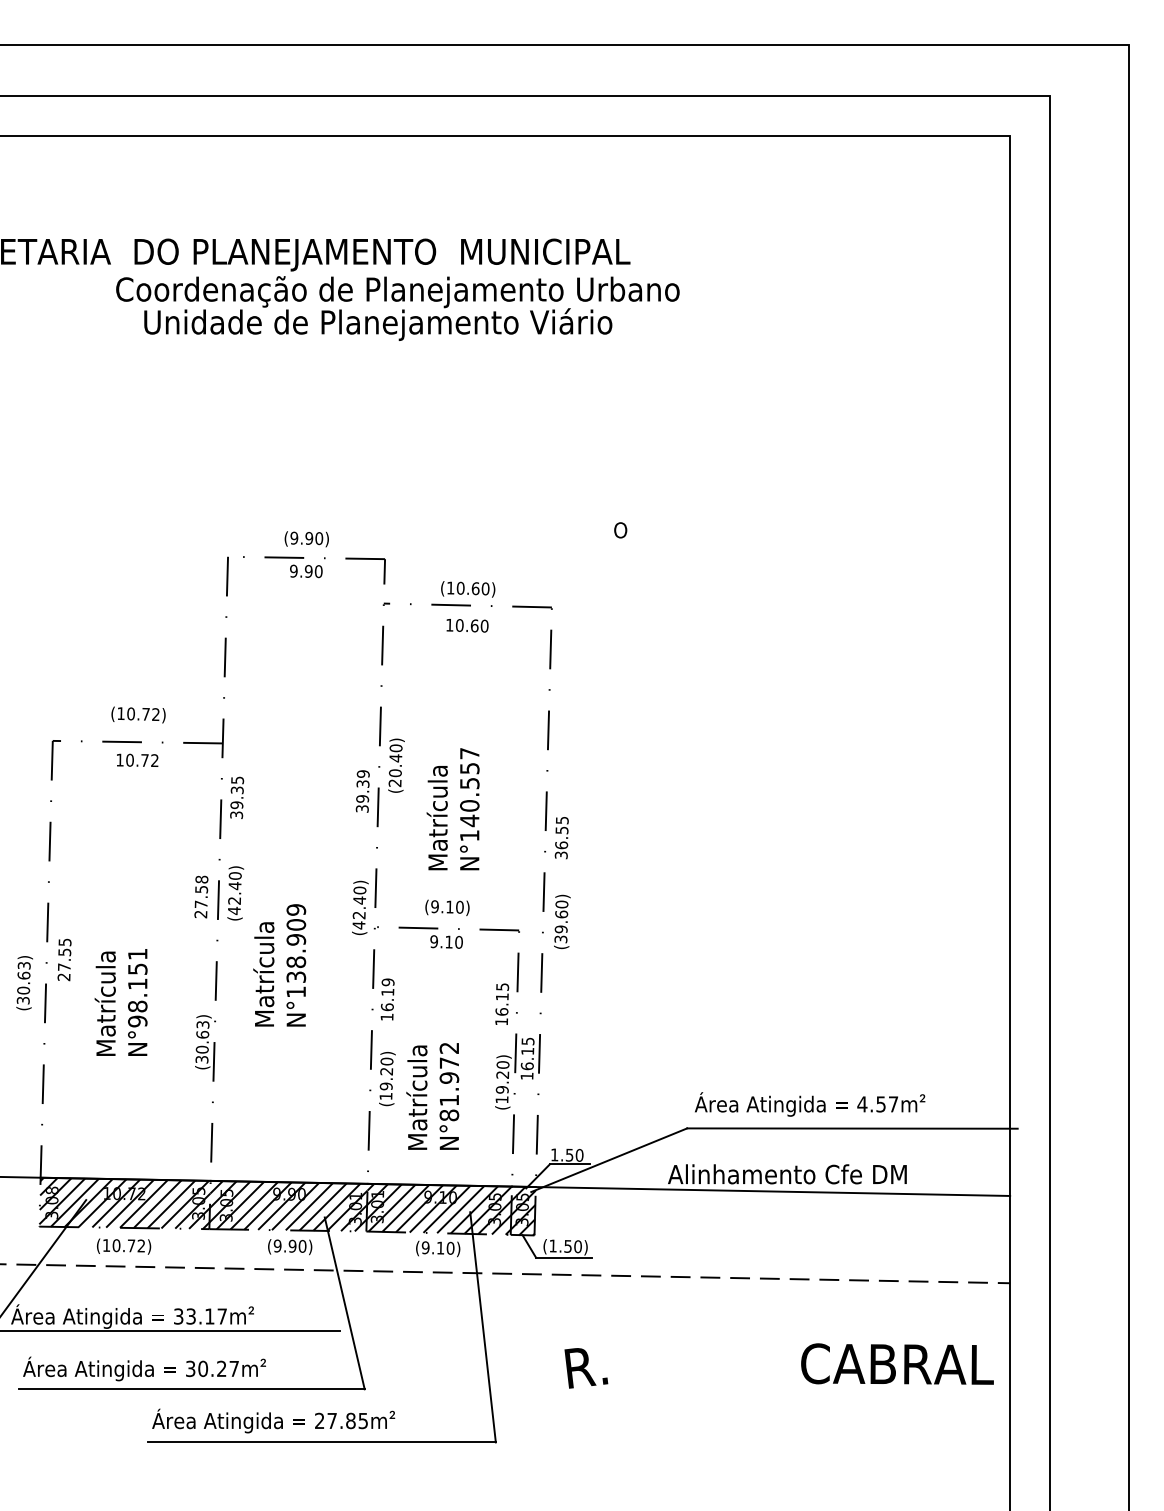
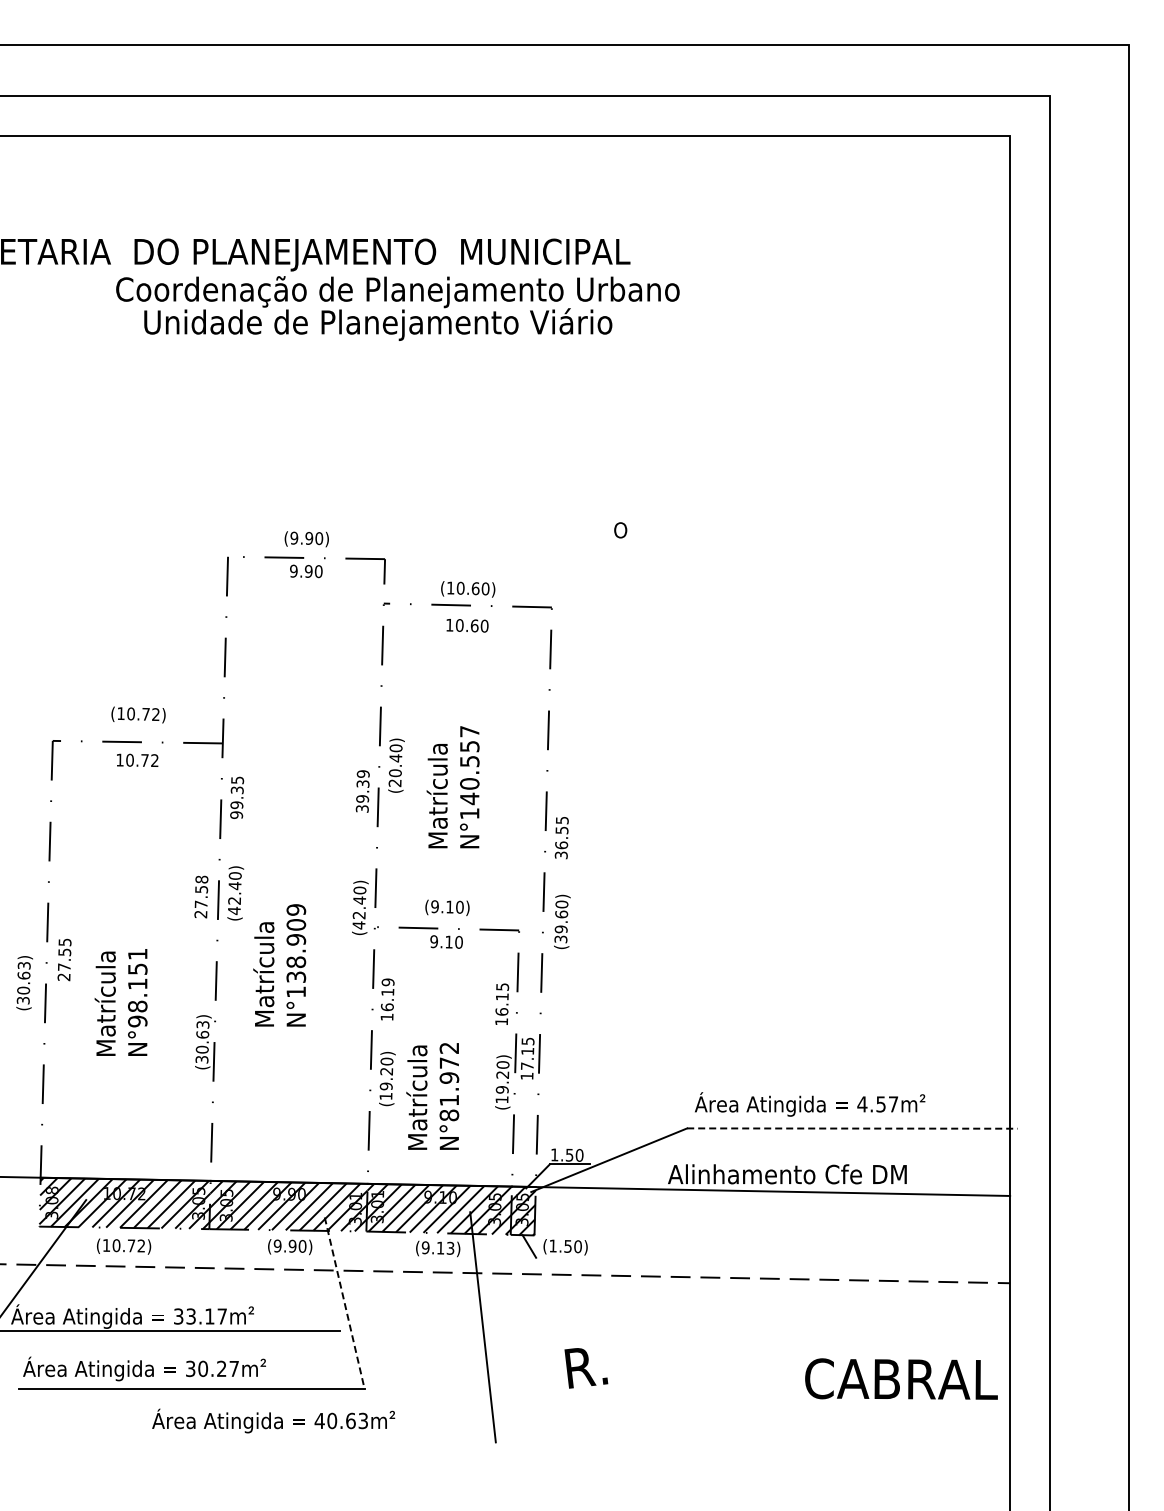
text at (452, 809) position: (452, 809) -> (452, 787)
text at (236, 815): 39.35 -> 99.35
text at (526, 1066): 16.15 -> 17.15
line at (852, 1128): solid -> dashed
text at (450, 1247): (9.10) -> (9.13)
line at (564, 1257): present -> none
line at (344, 1303): solid -> dashed
text at (897, 1363) position: (897, 1363) -> (901, 1378)
text at (340, 1420): 27.85m -> 40.63m
line at (321, 1442): present -> none
